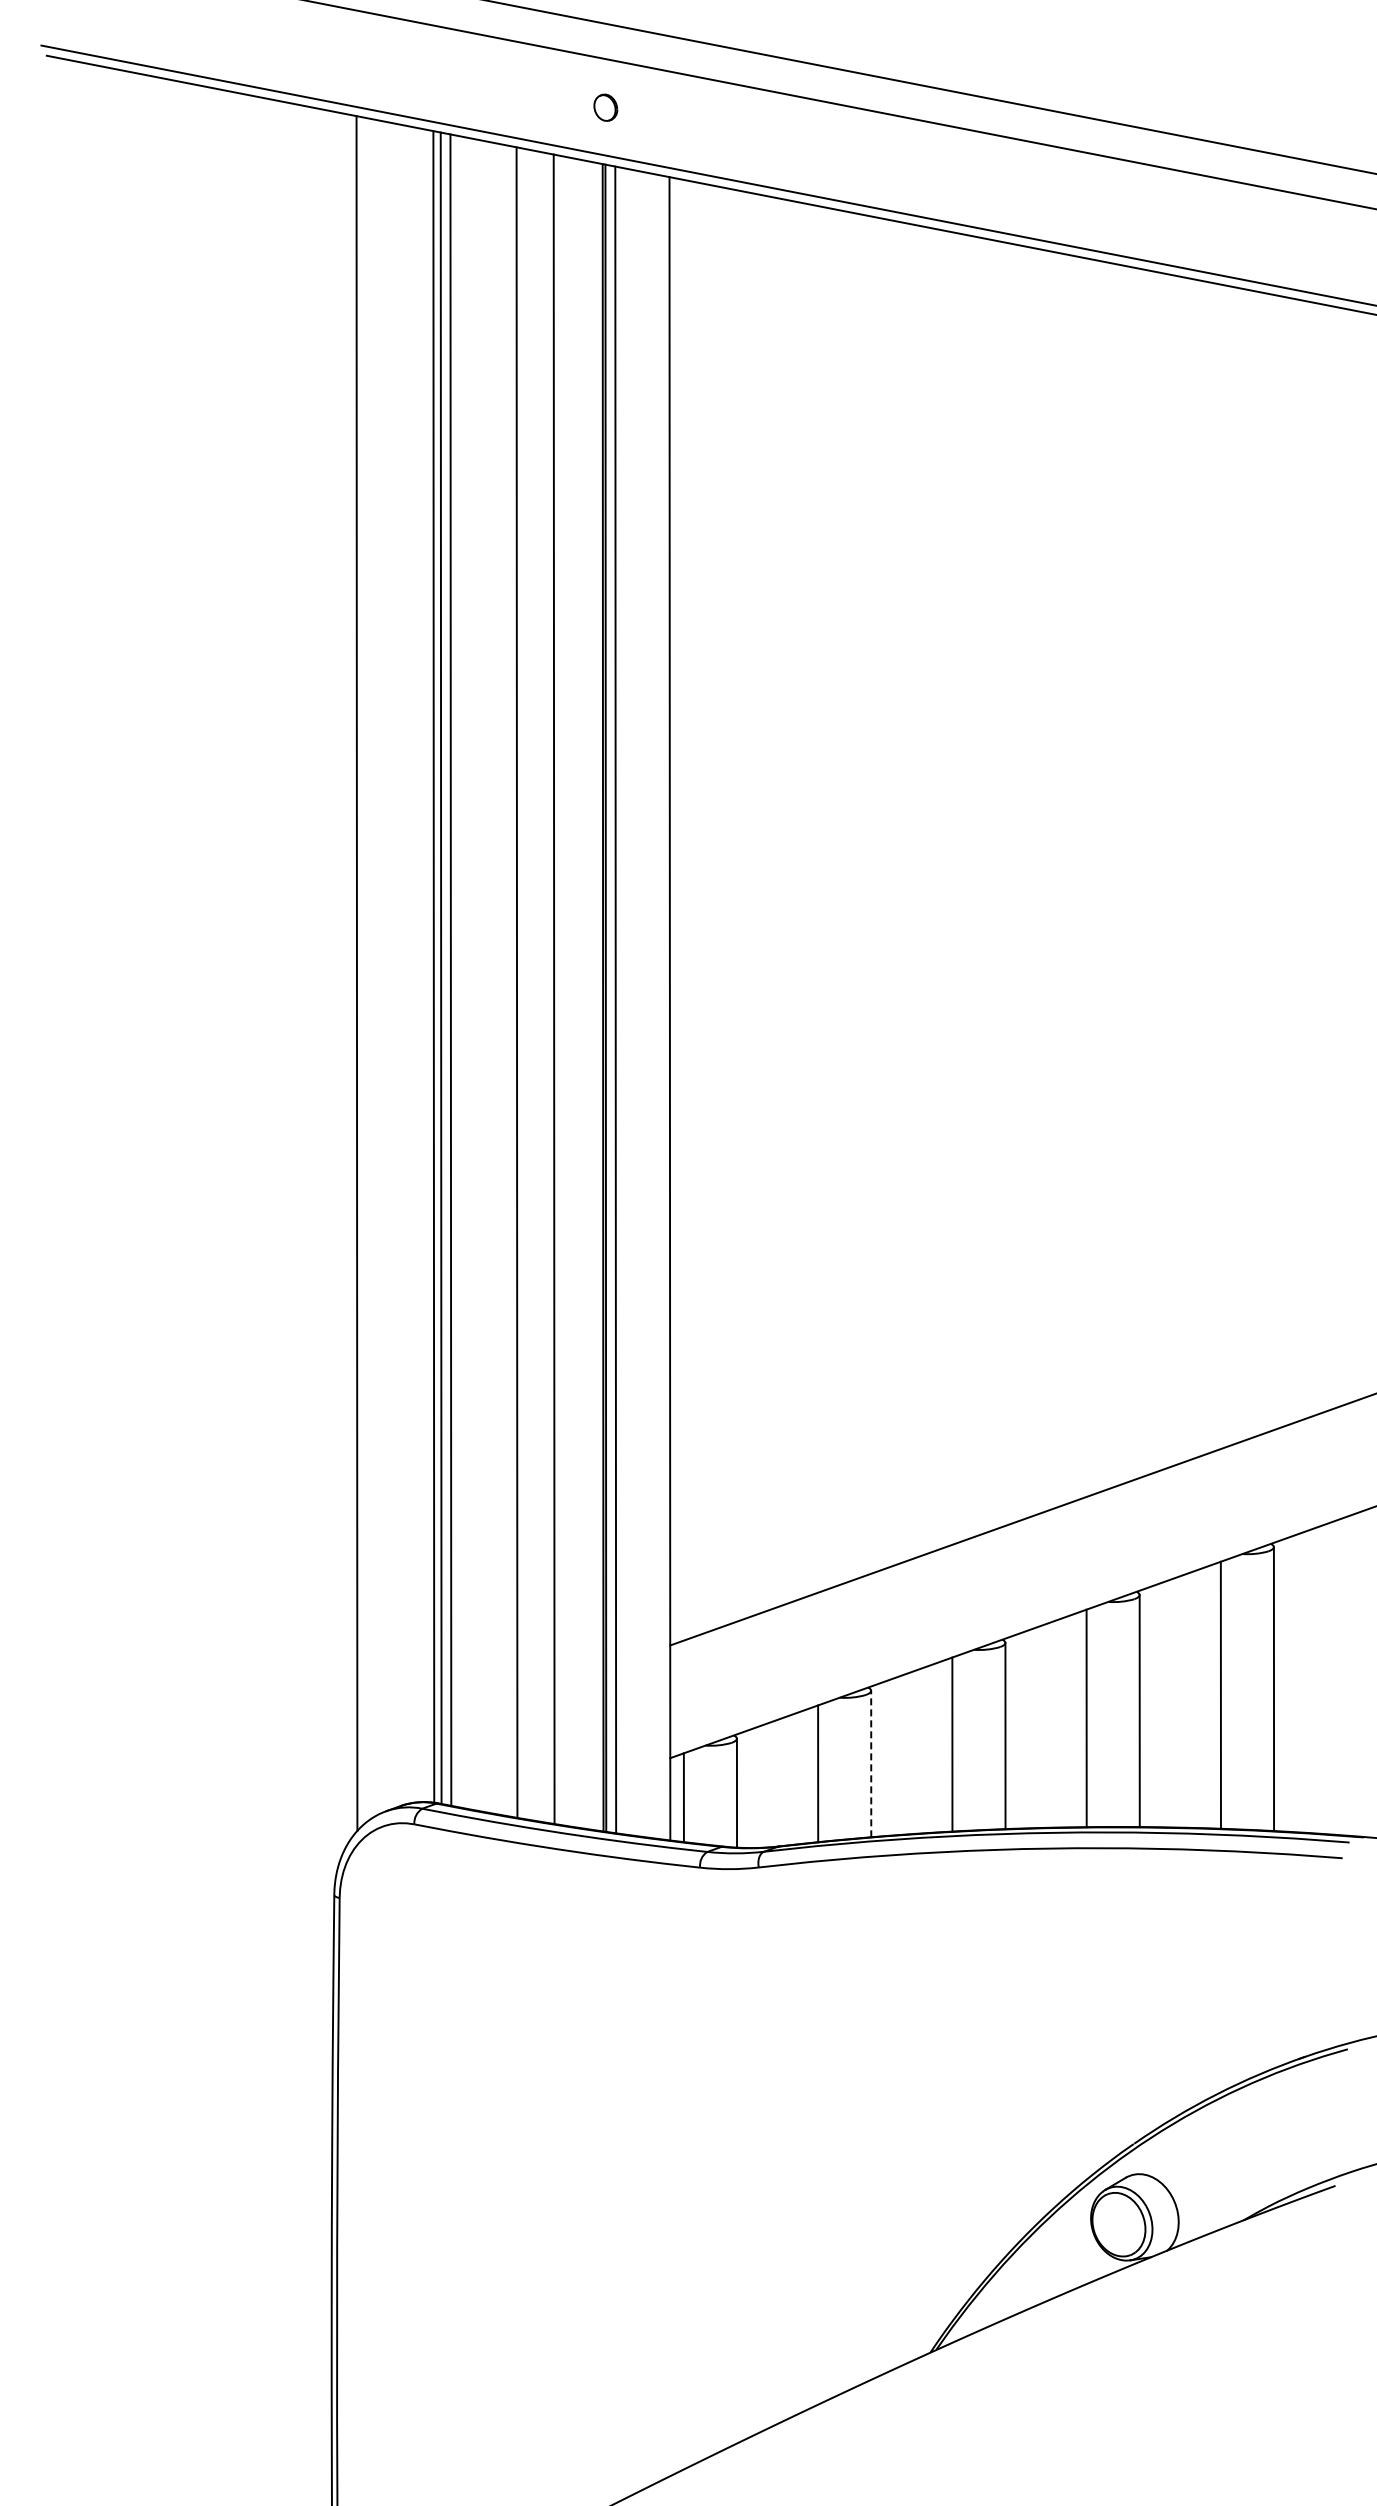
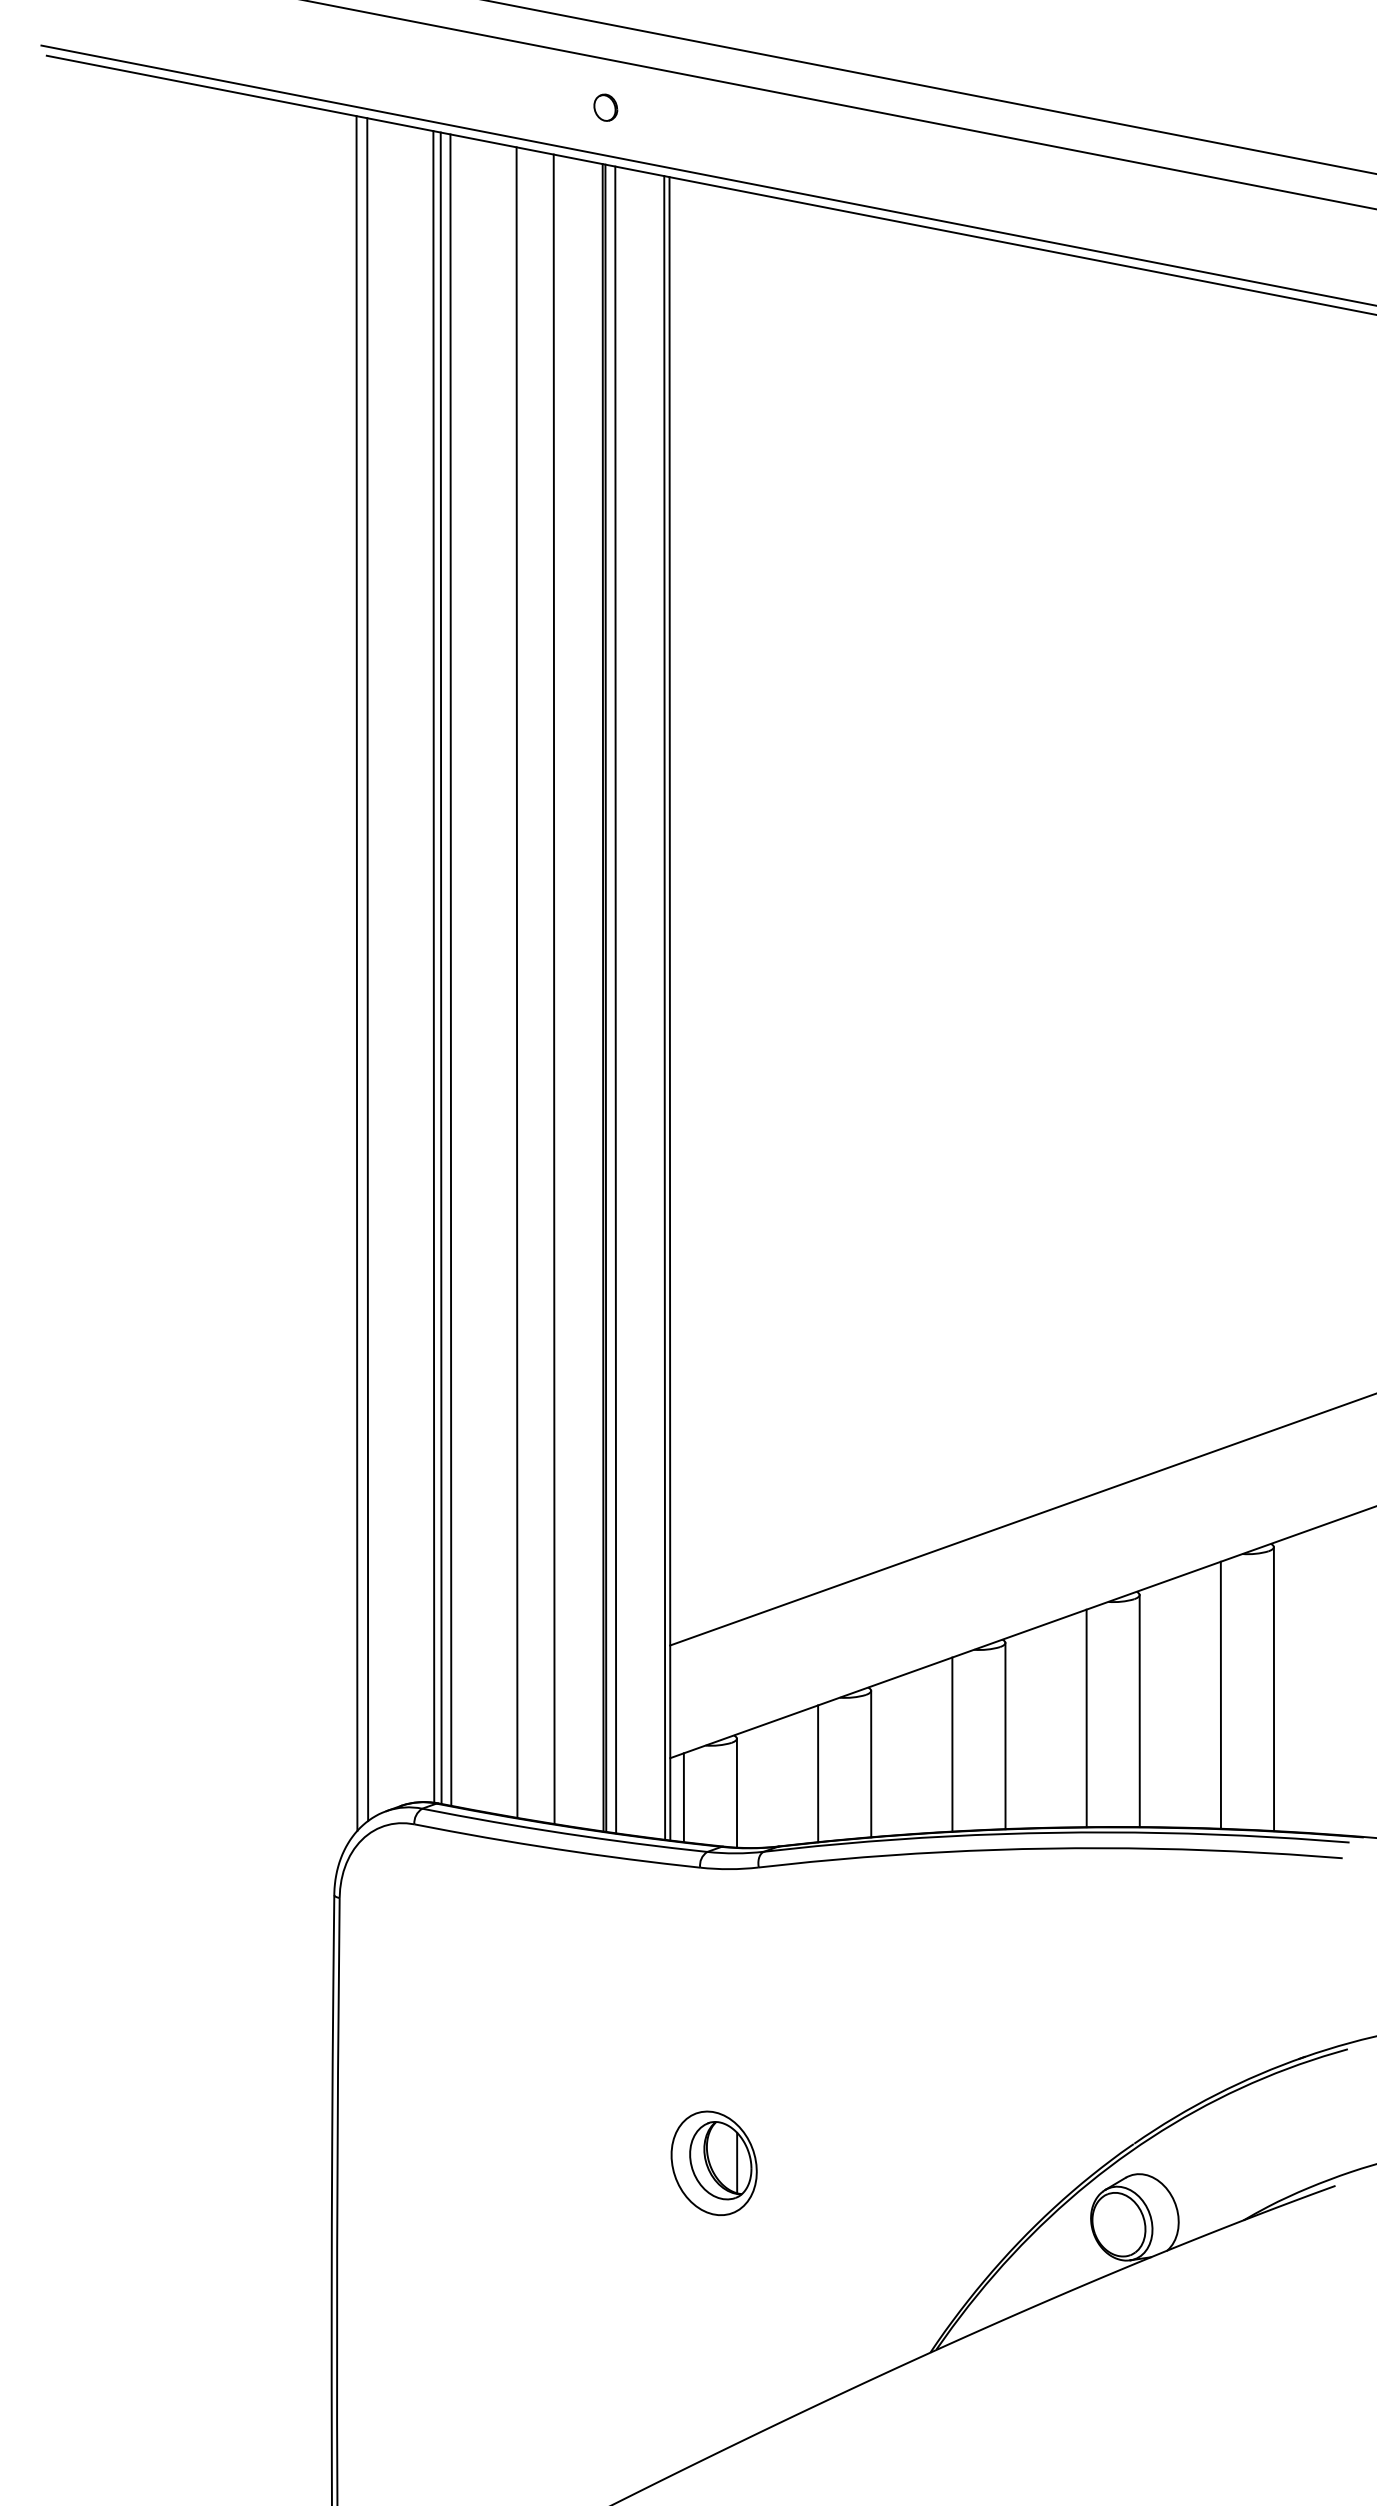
line at (367, 969): none -> present
line at (664, 1007): none -> present
line at (871, 1763): dashed -> solid
part at (713, 2162): none -> present
